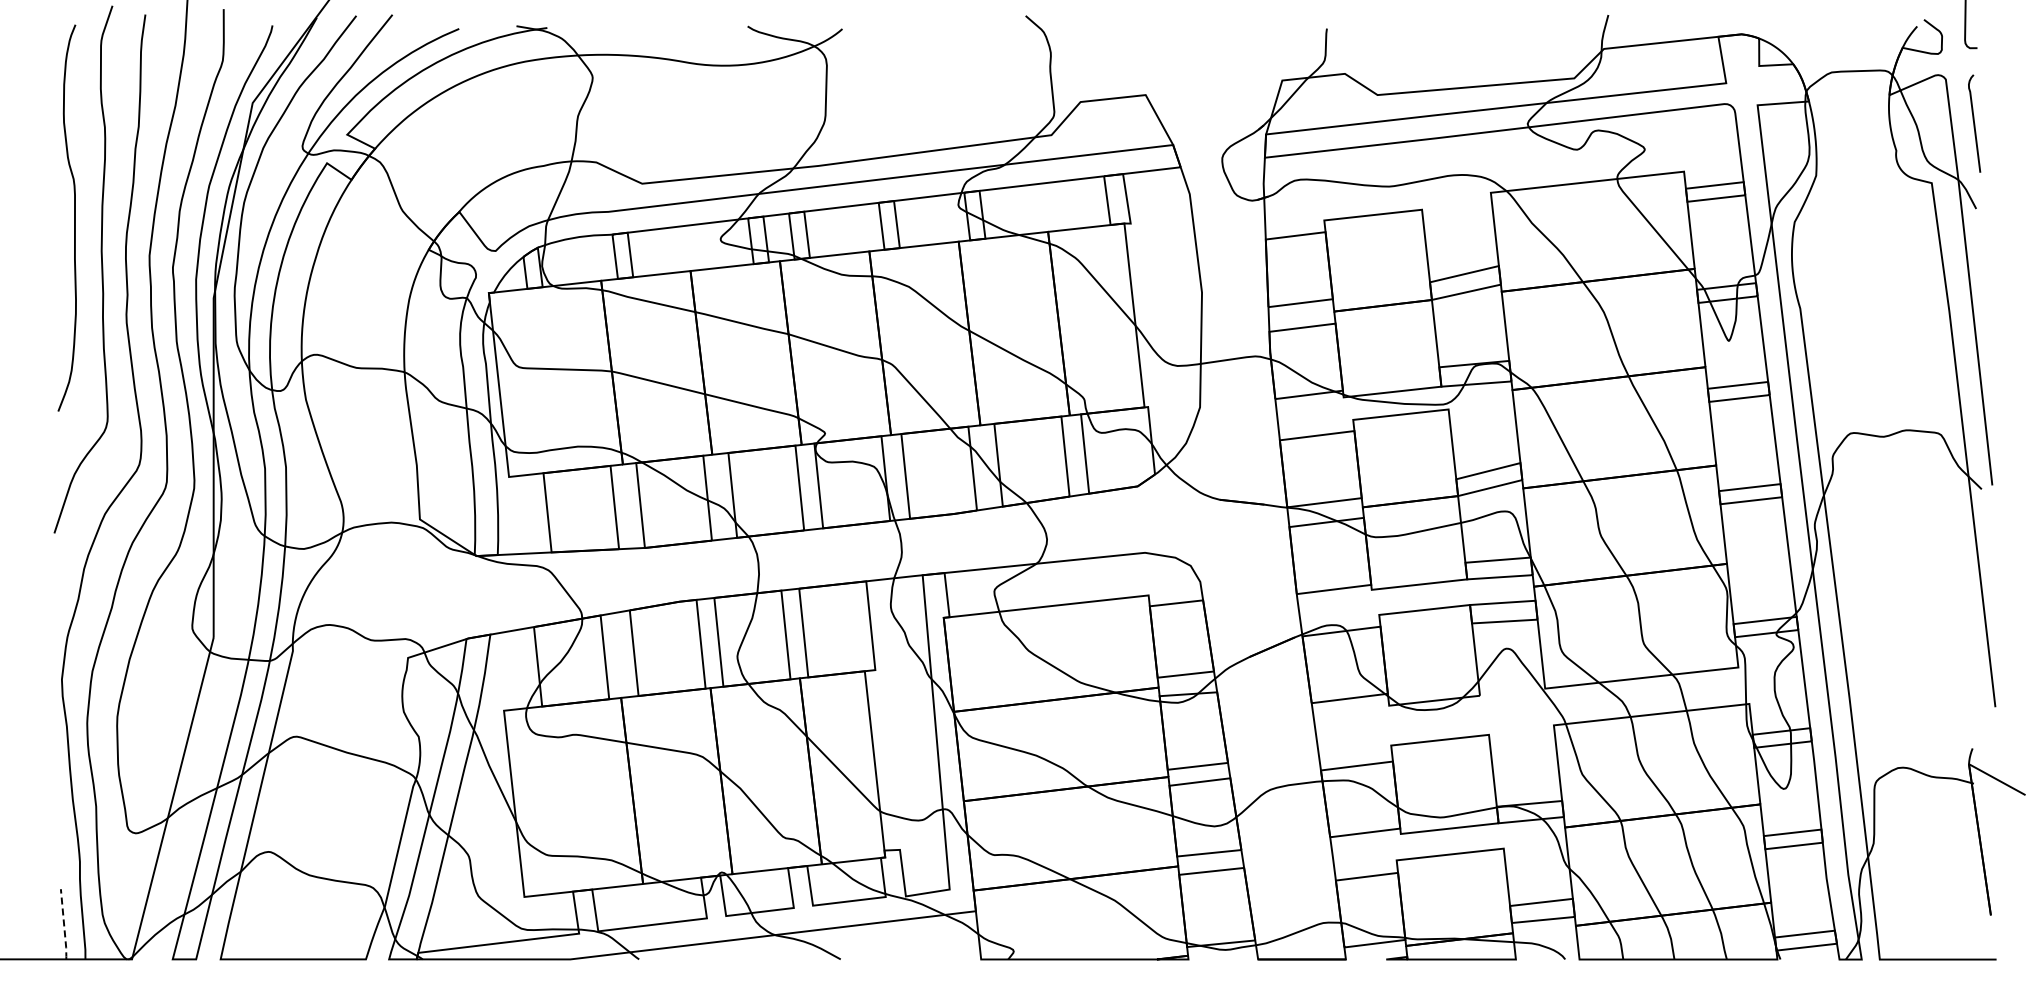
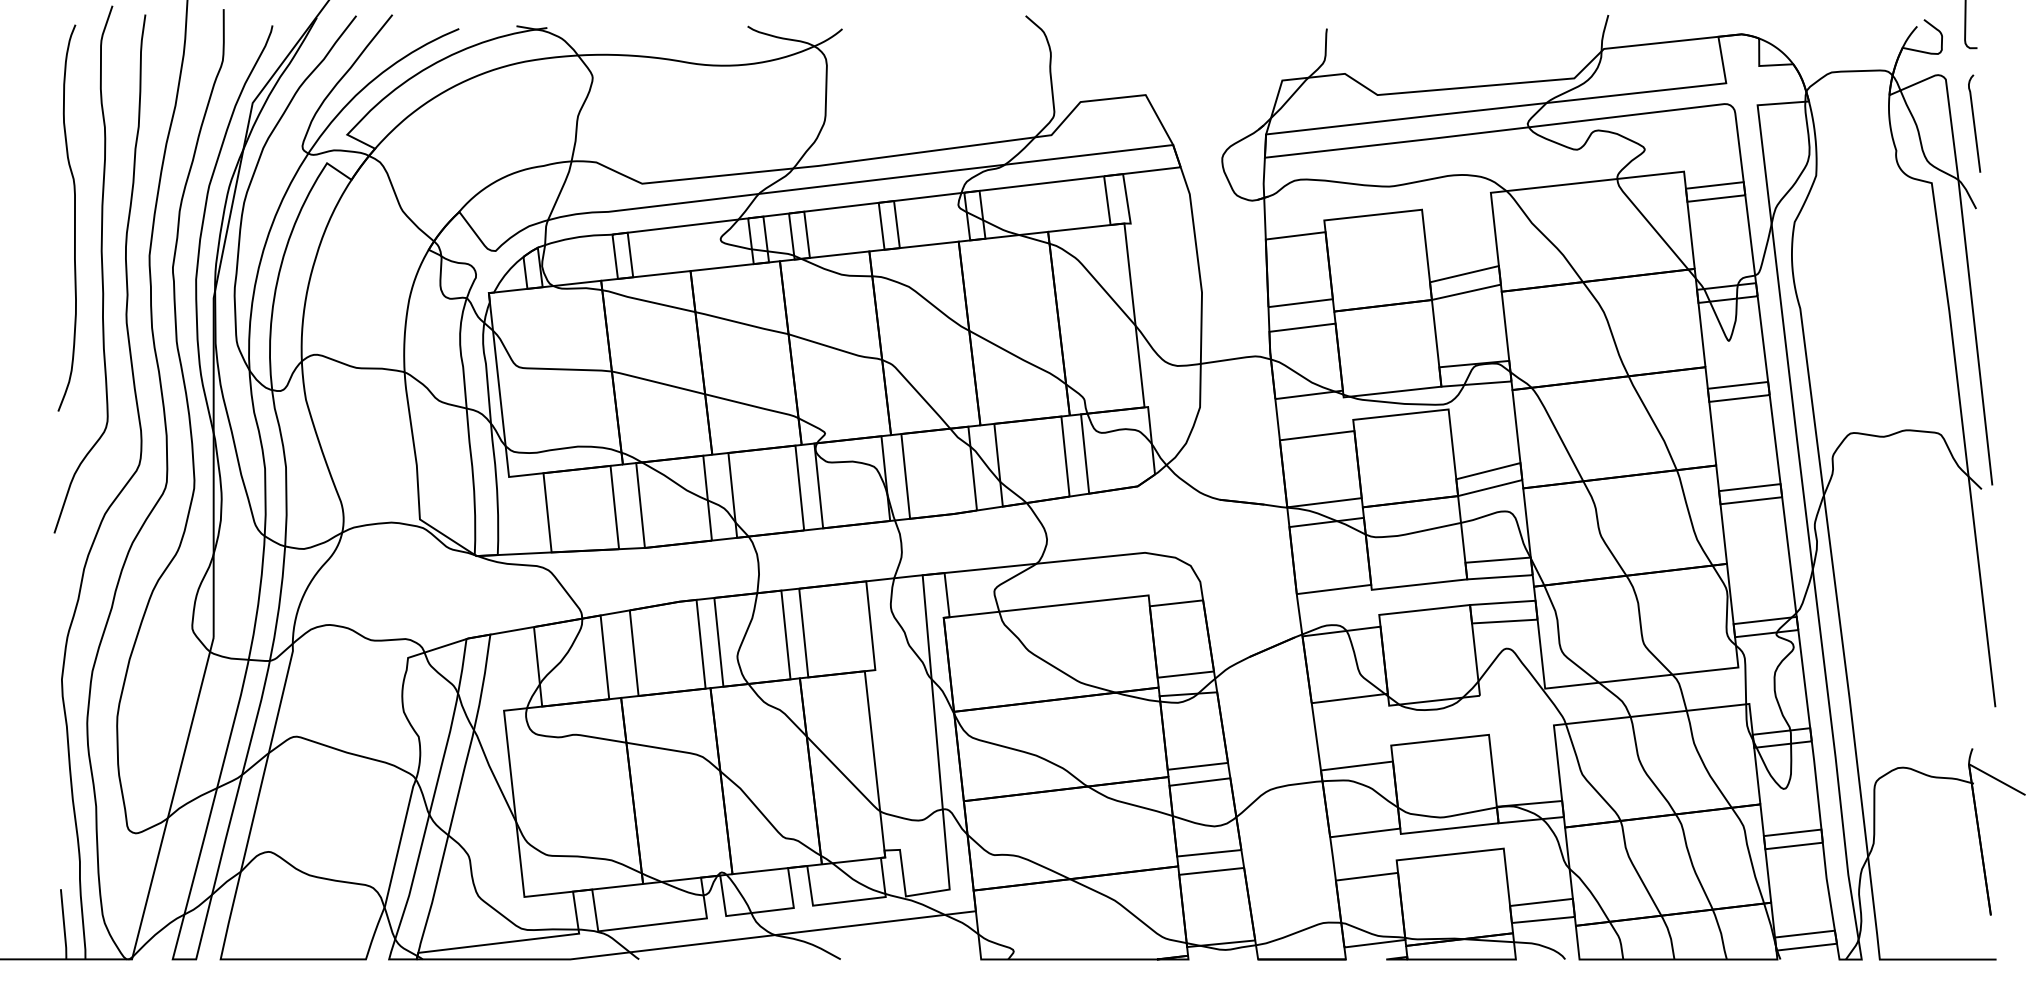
line at (64, 924): dashed -> solid
